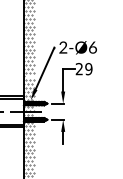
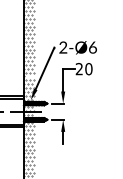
text at (88, 69): 29 -> 20
